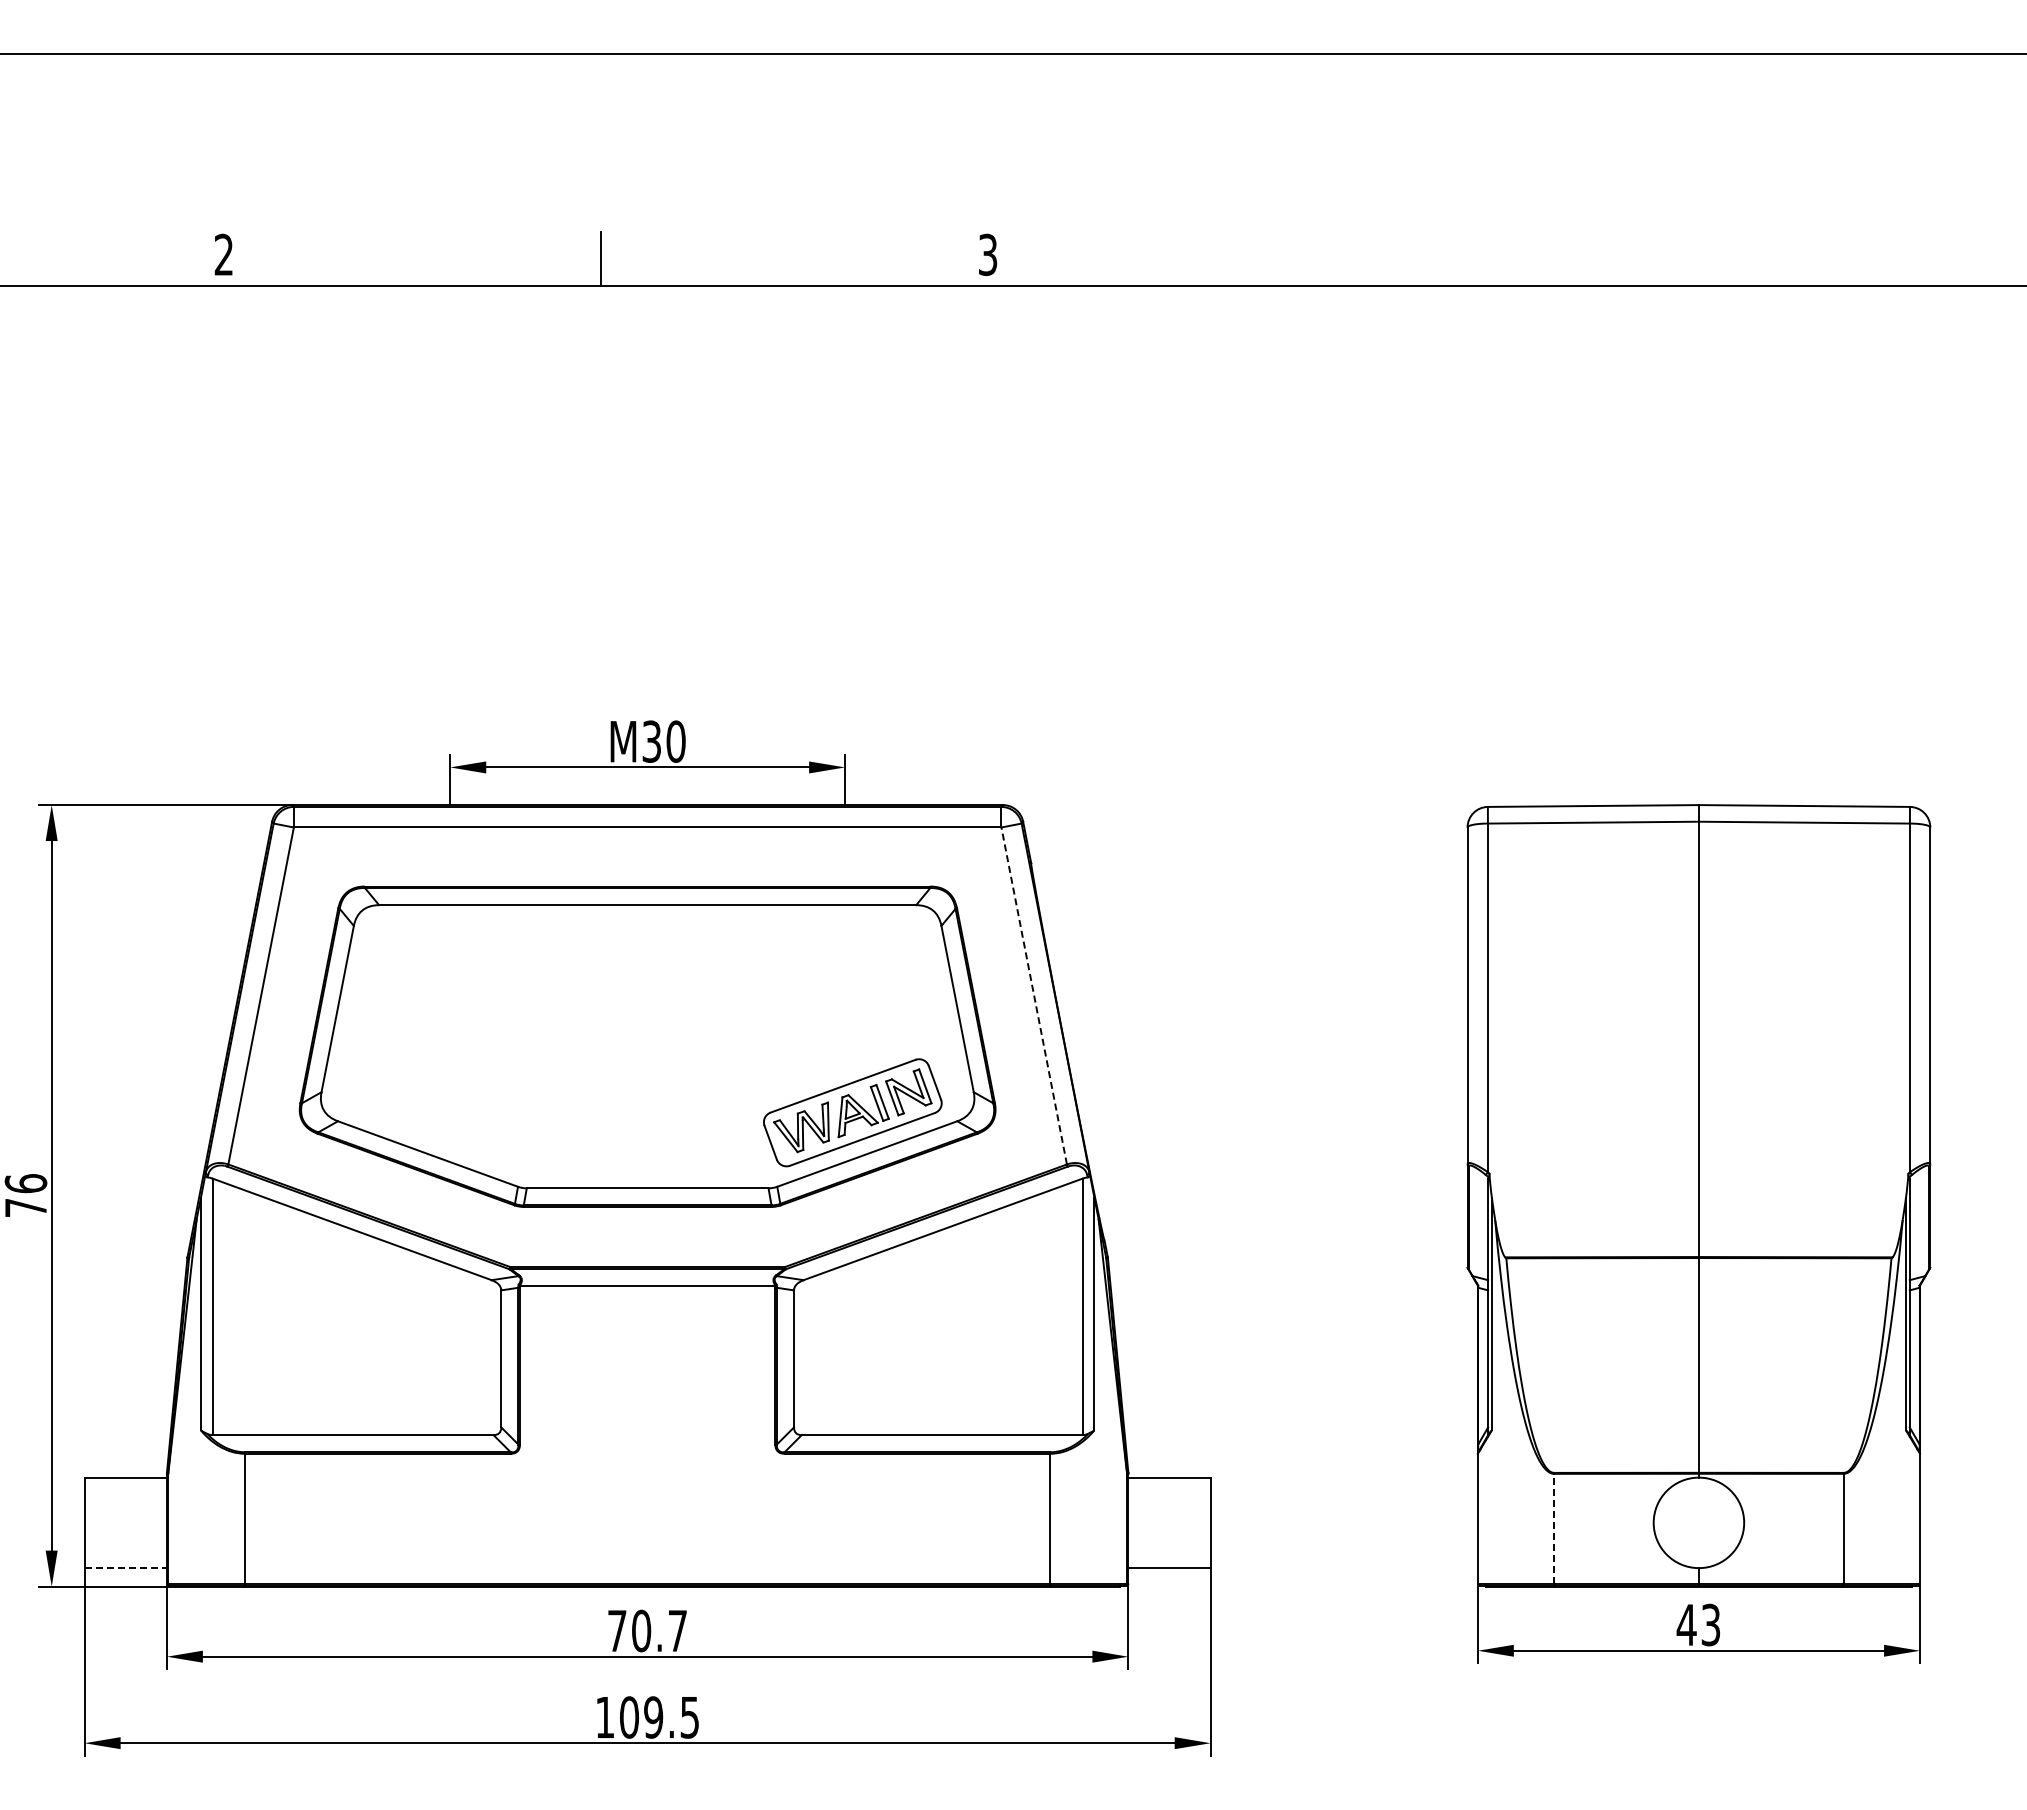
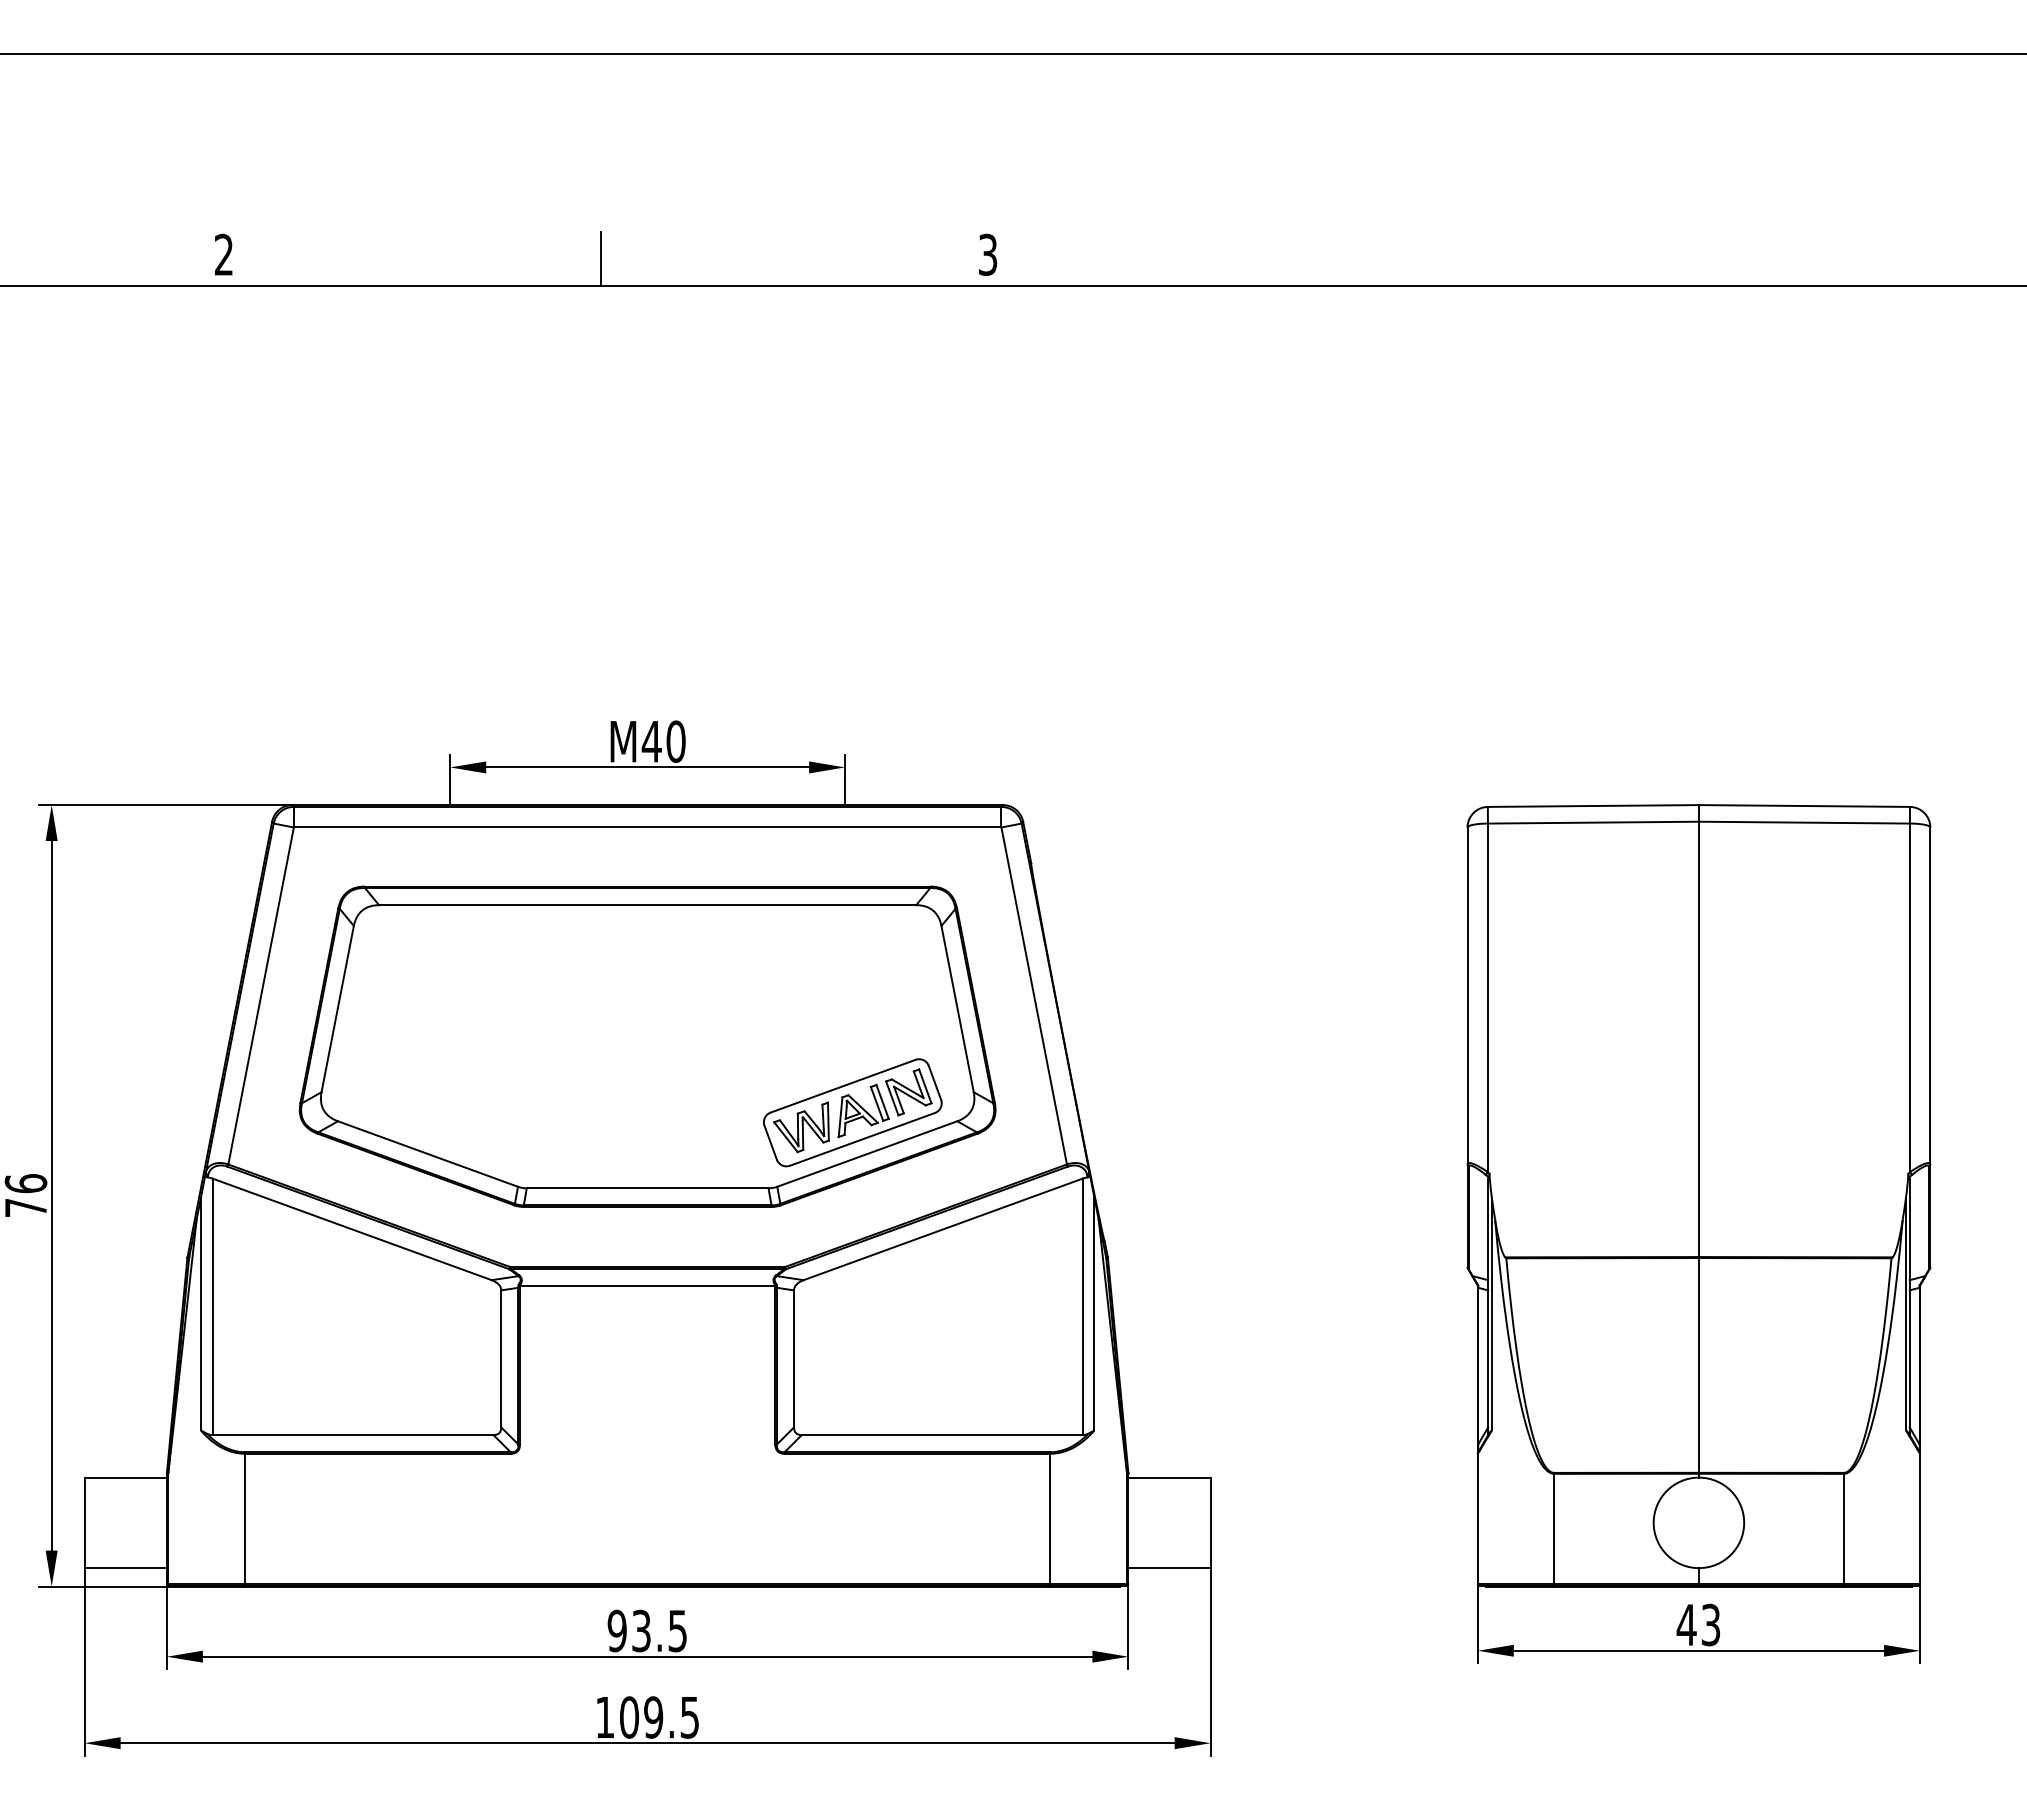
text at (651, 741): M30 -> M40
line at (1034, 995): dashed -> solid
line at (1554, 1528): dashed -> solid
line at (126, 1568): dashed -> solid
text at (646, 1630): 70.7 -> 93.5
